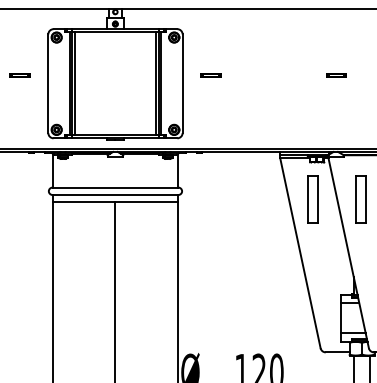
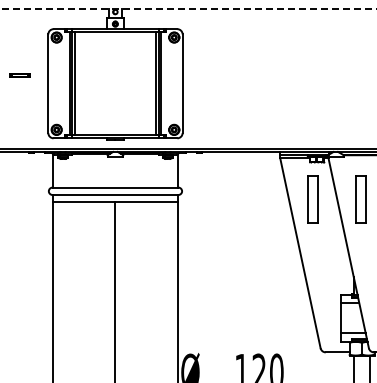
line at (187, 8): solid -> dashed
line at (210, 74): present -> none
line at (336, 74): present -> none
